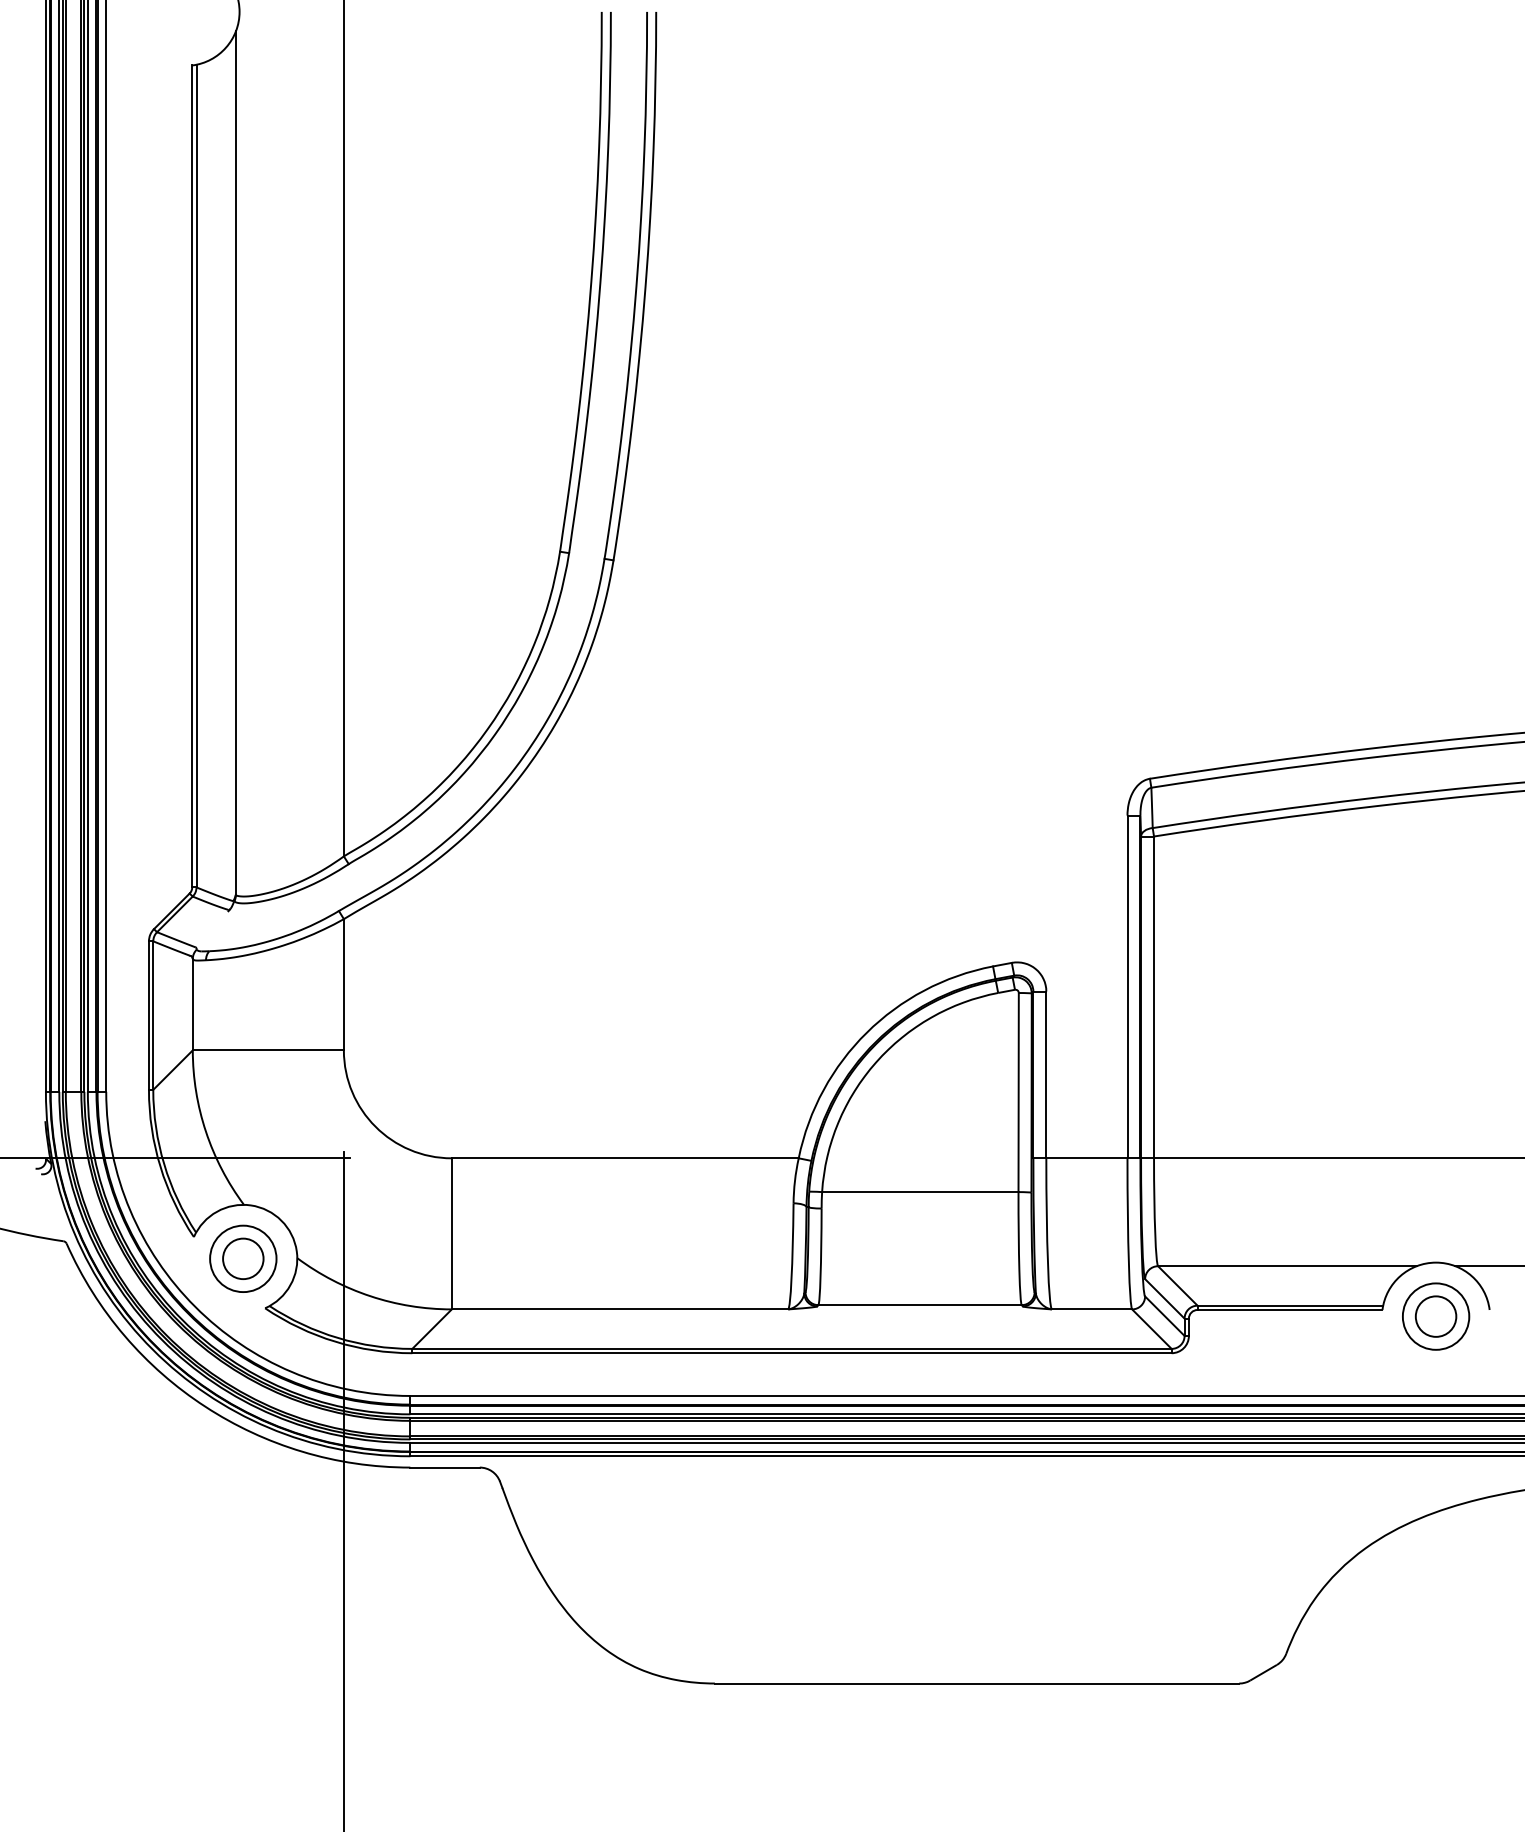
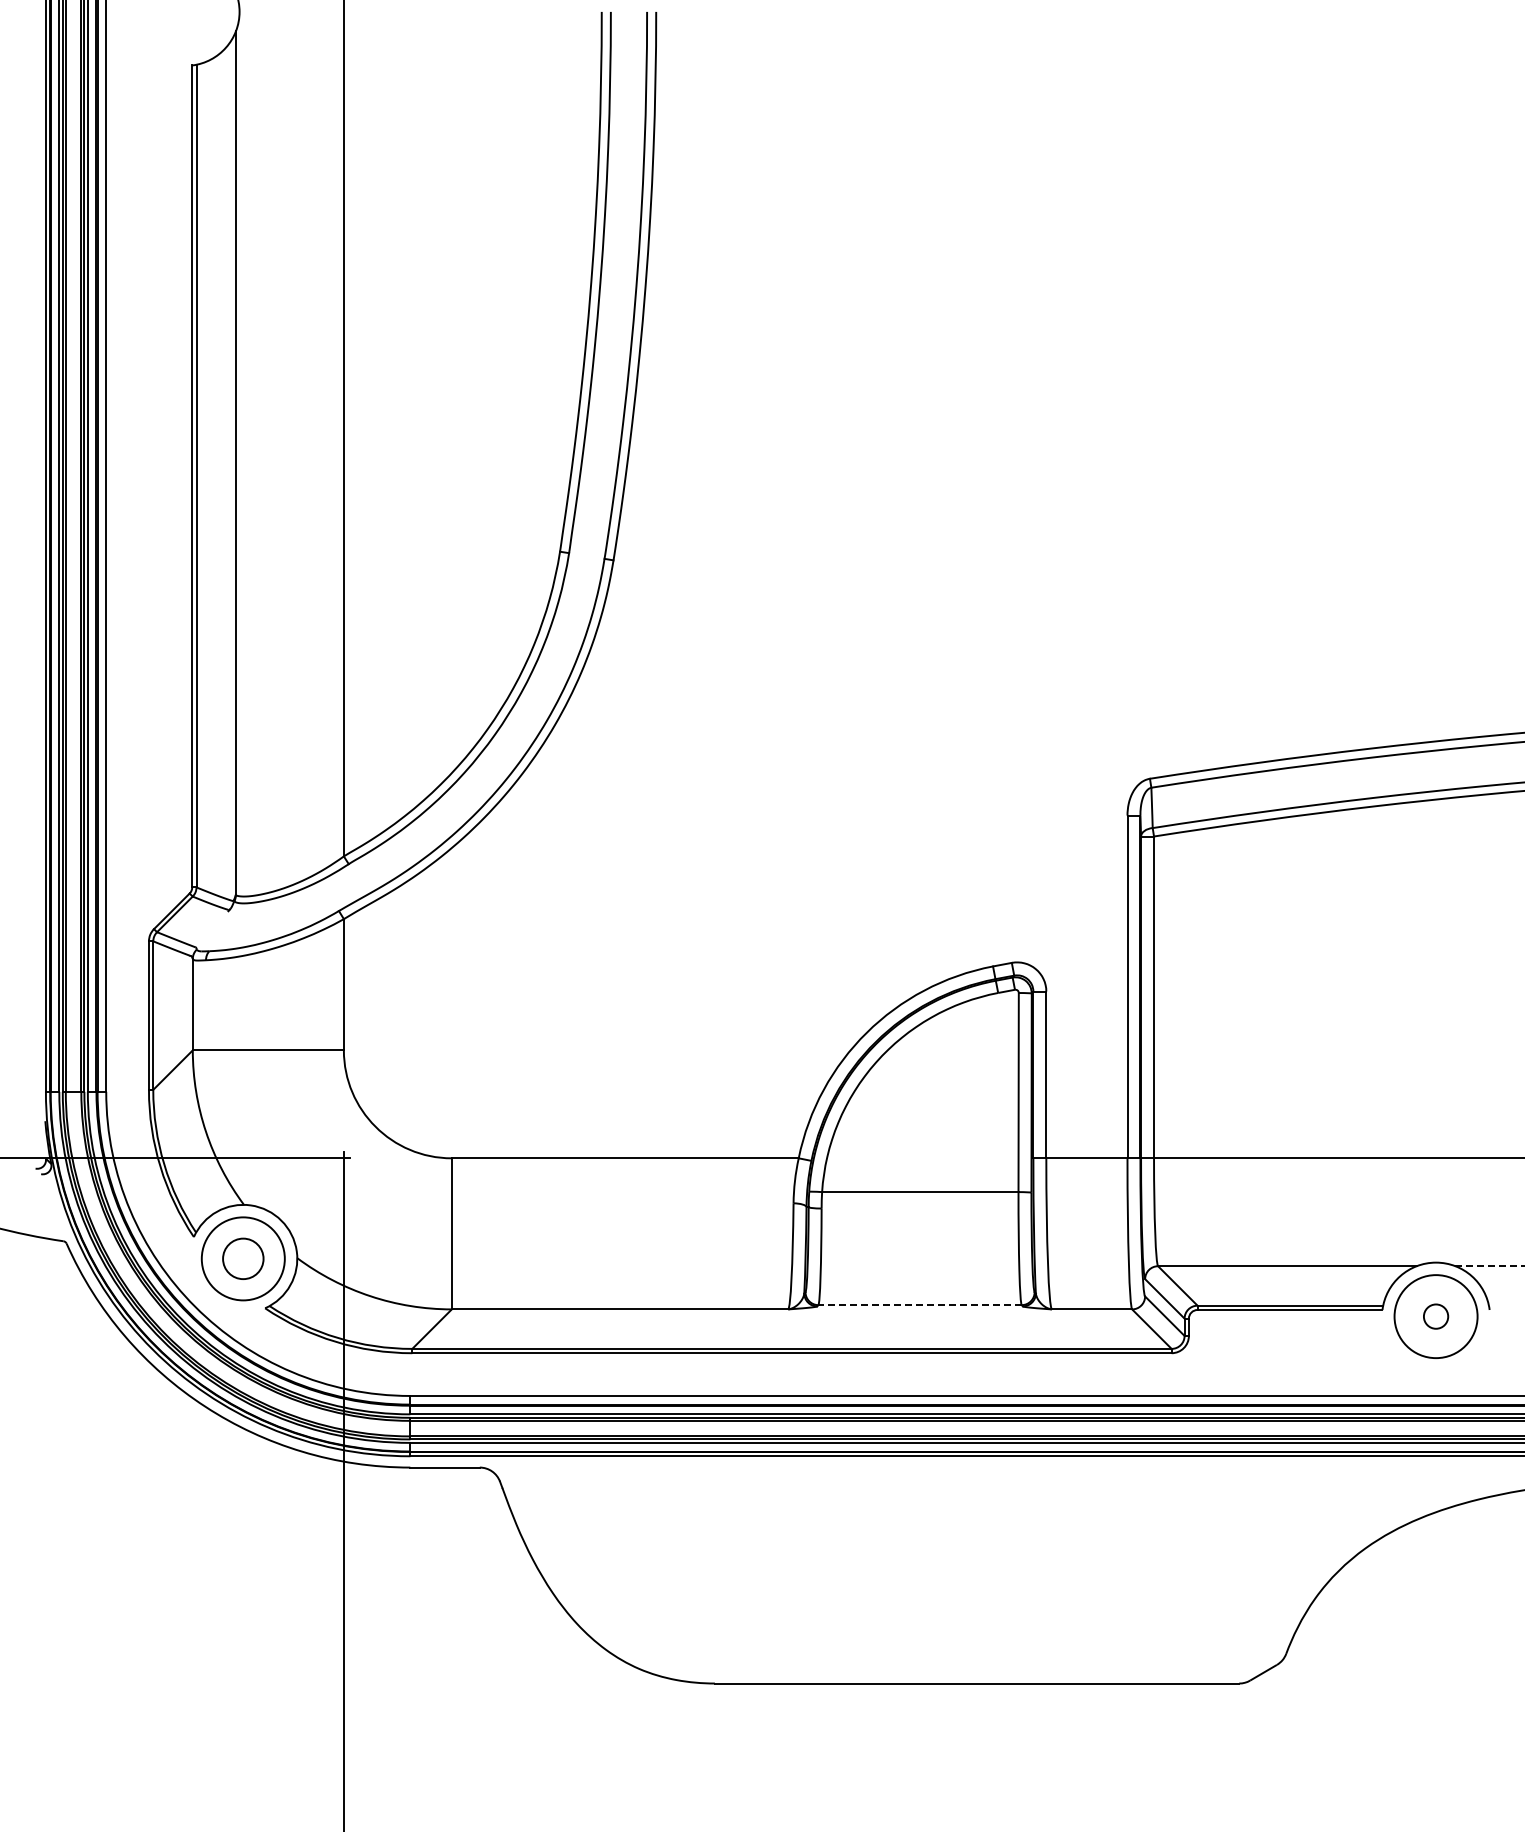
circle at (243, 1258) diameter: 66 px -> 83 px
line at (1490, 1266): solid -> dashed
line at (920, 1305): solid -> dashed
circle at (1435, 1316) diameter: 41 px -> 24 px
circle at (1435, 1316) diameter: 66 px -> 83 px
